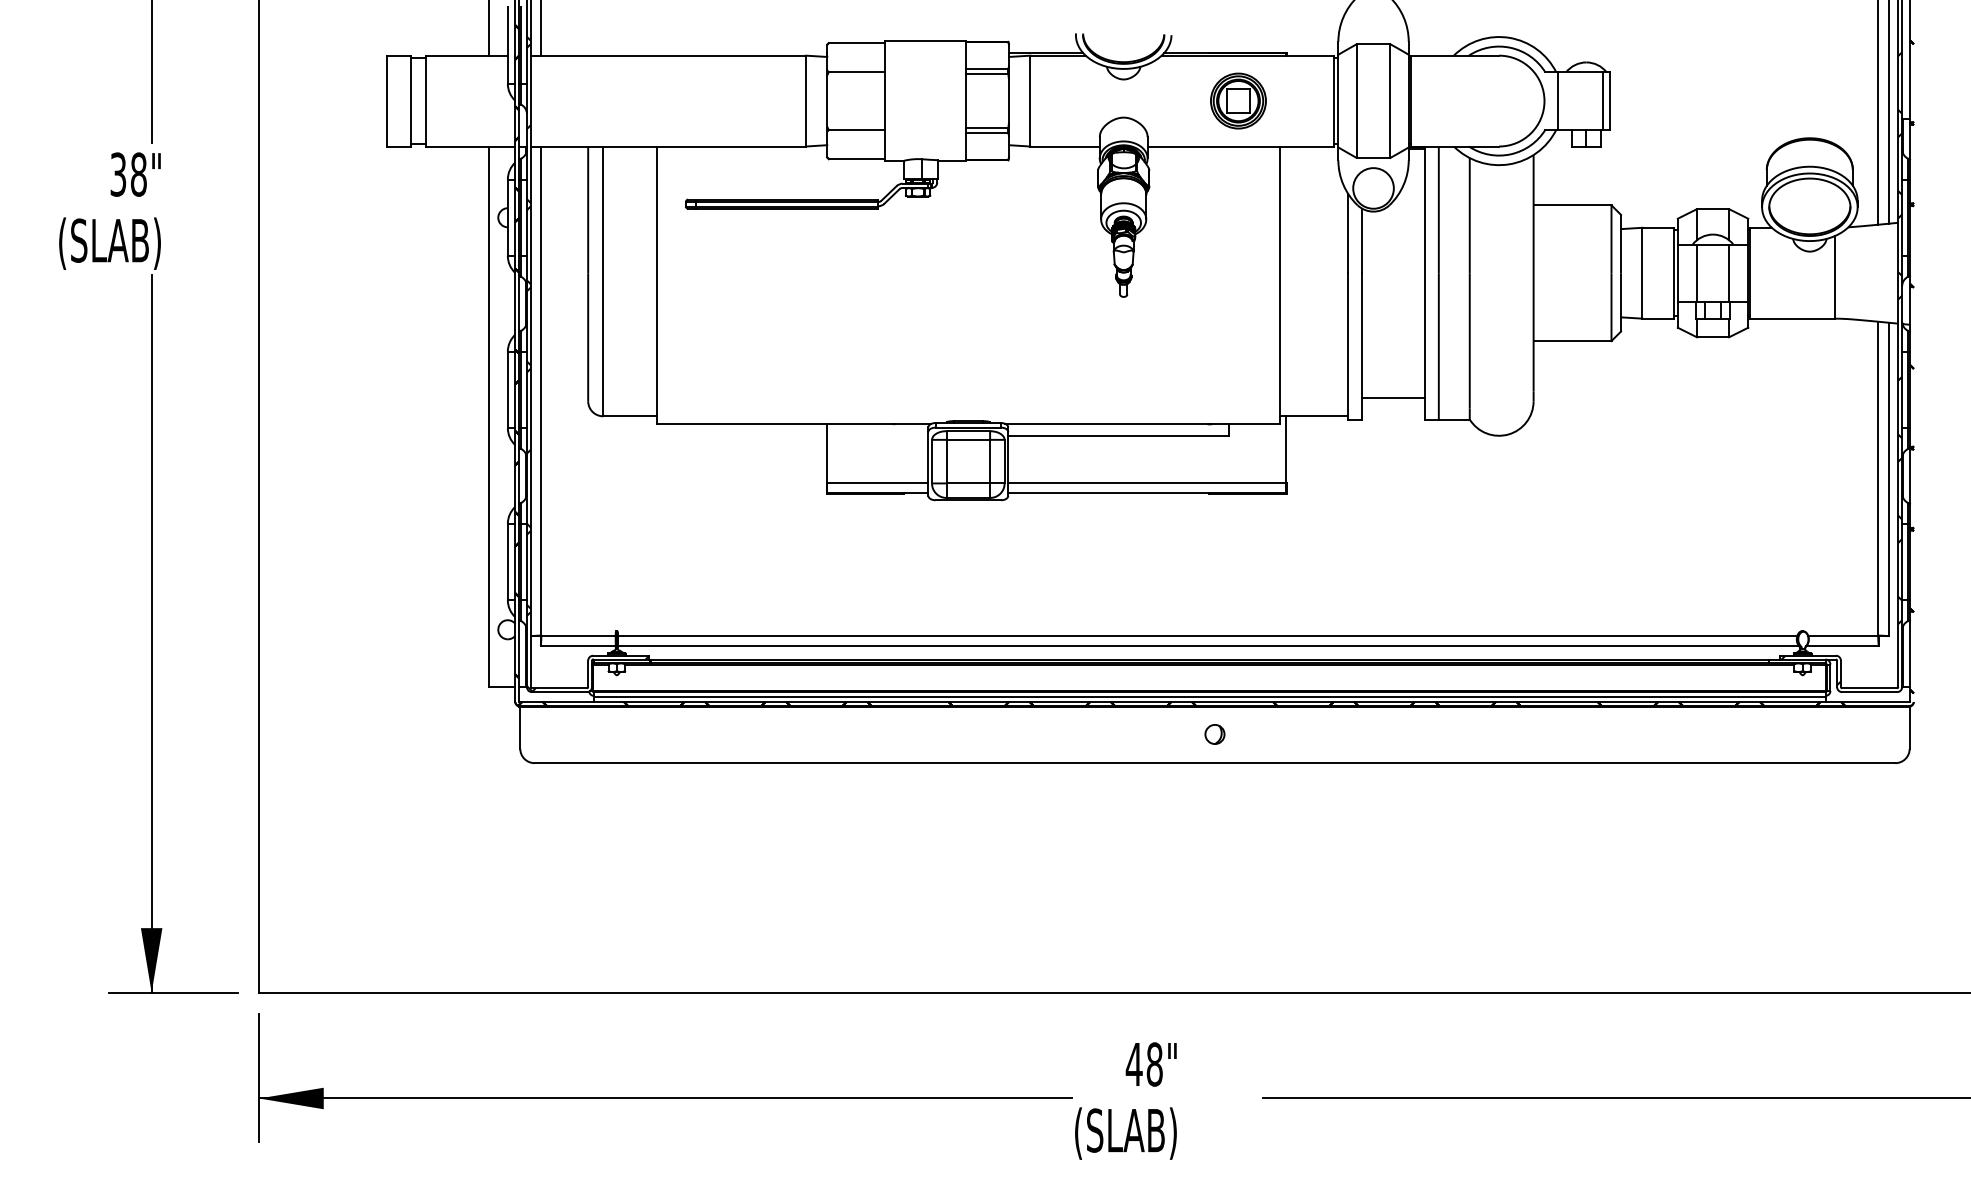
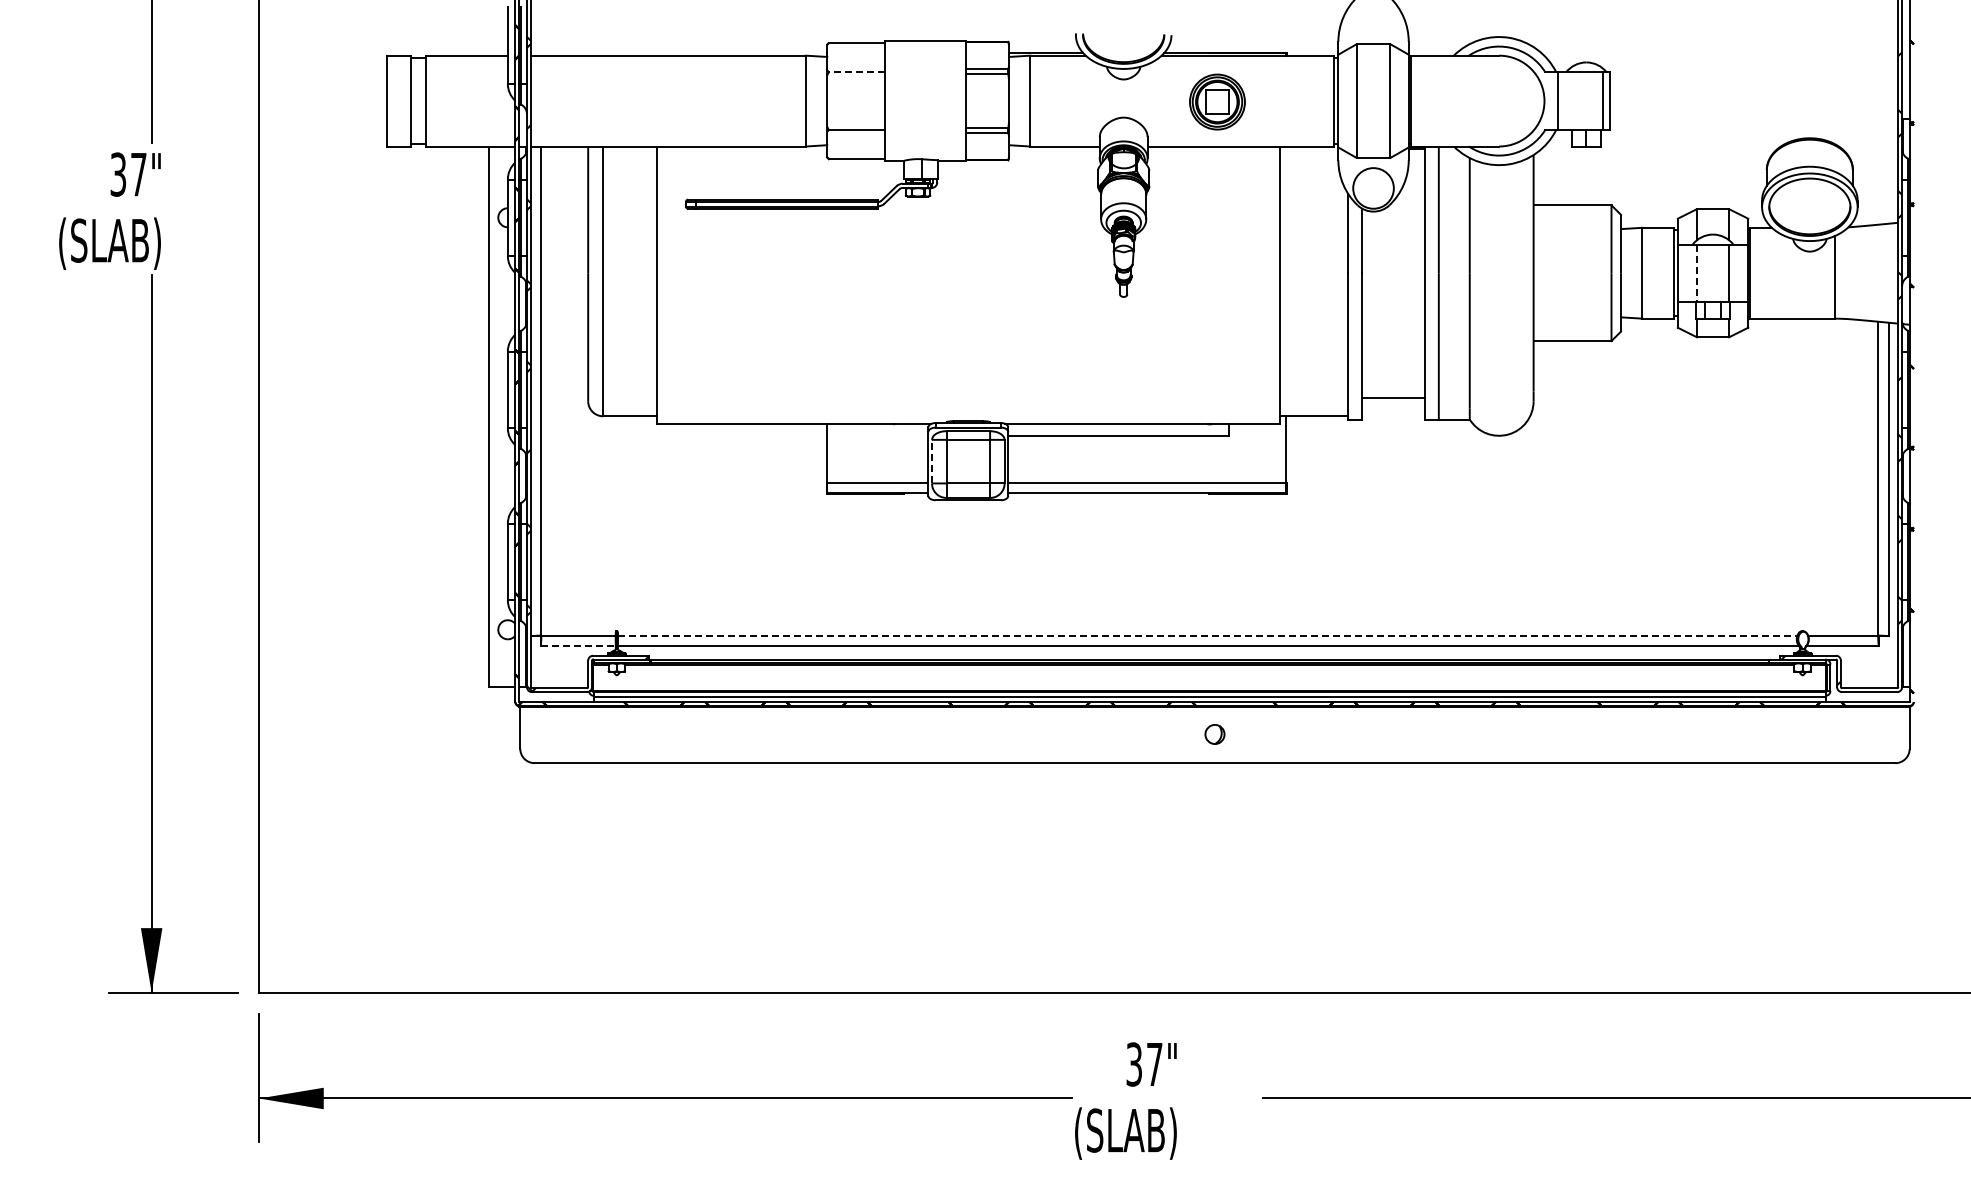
line at (488, 28): present -> none
line at (541, 28): present -> none
line at (856, 72): solid -> dashed
part at (1238, 100) position: (1238, 100) -> (1217, 101)
line at (1888, 112): present -> none
line at (1878, 113): present -> none
text at (138, 174): 38" -> 37"
line at (1696, 273): solid -> dashed
line at (932, 461): solid -> dashed
line at (1207, 635): solid -> dashed
line at (578, 646): solid -> dashed
text at (1143, 1064): 48" -> 37"
